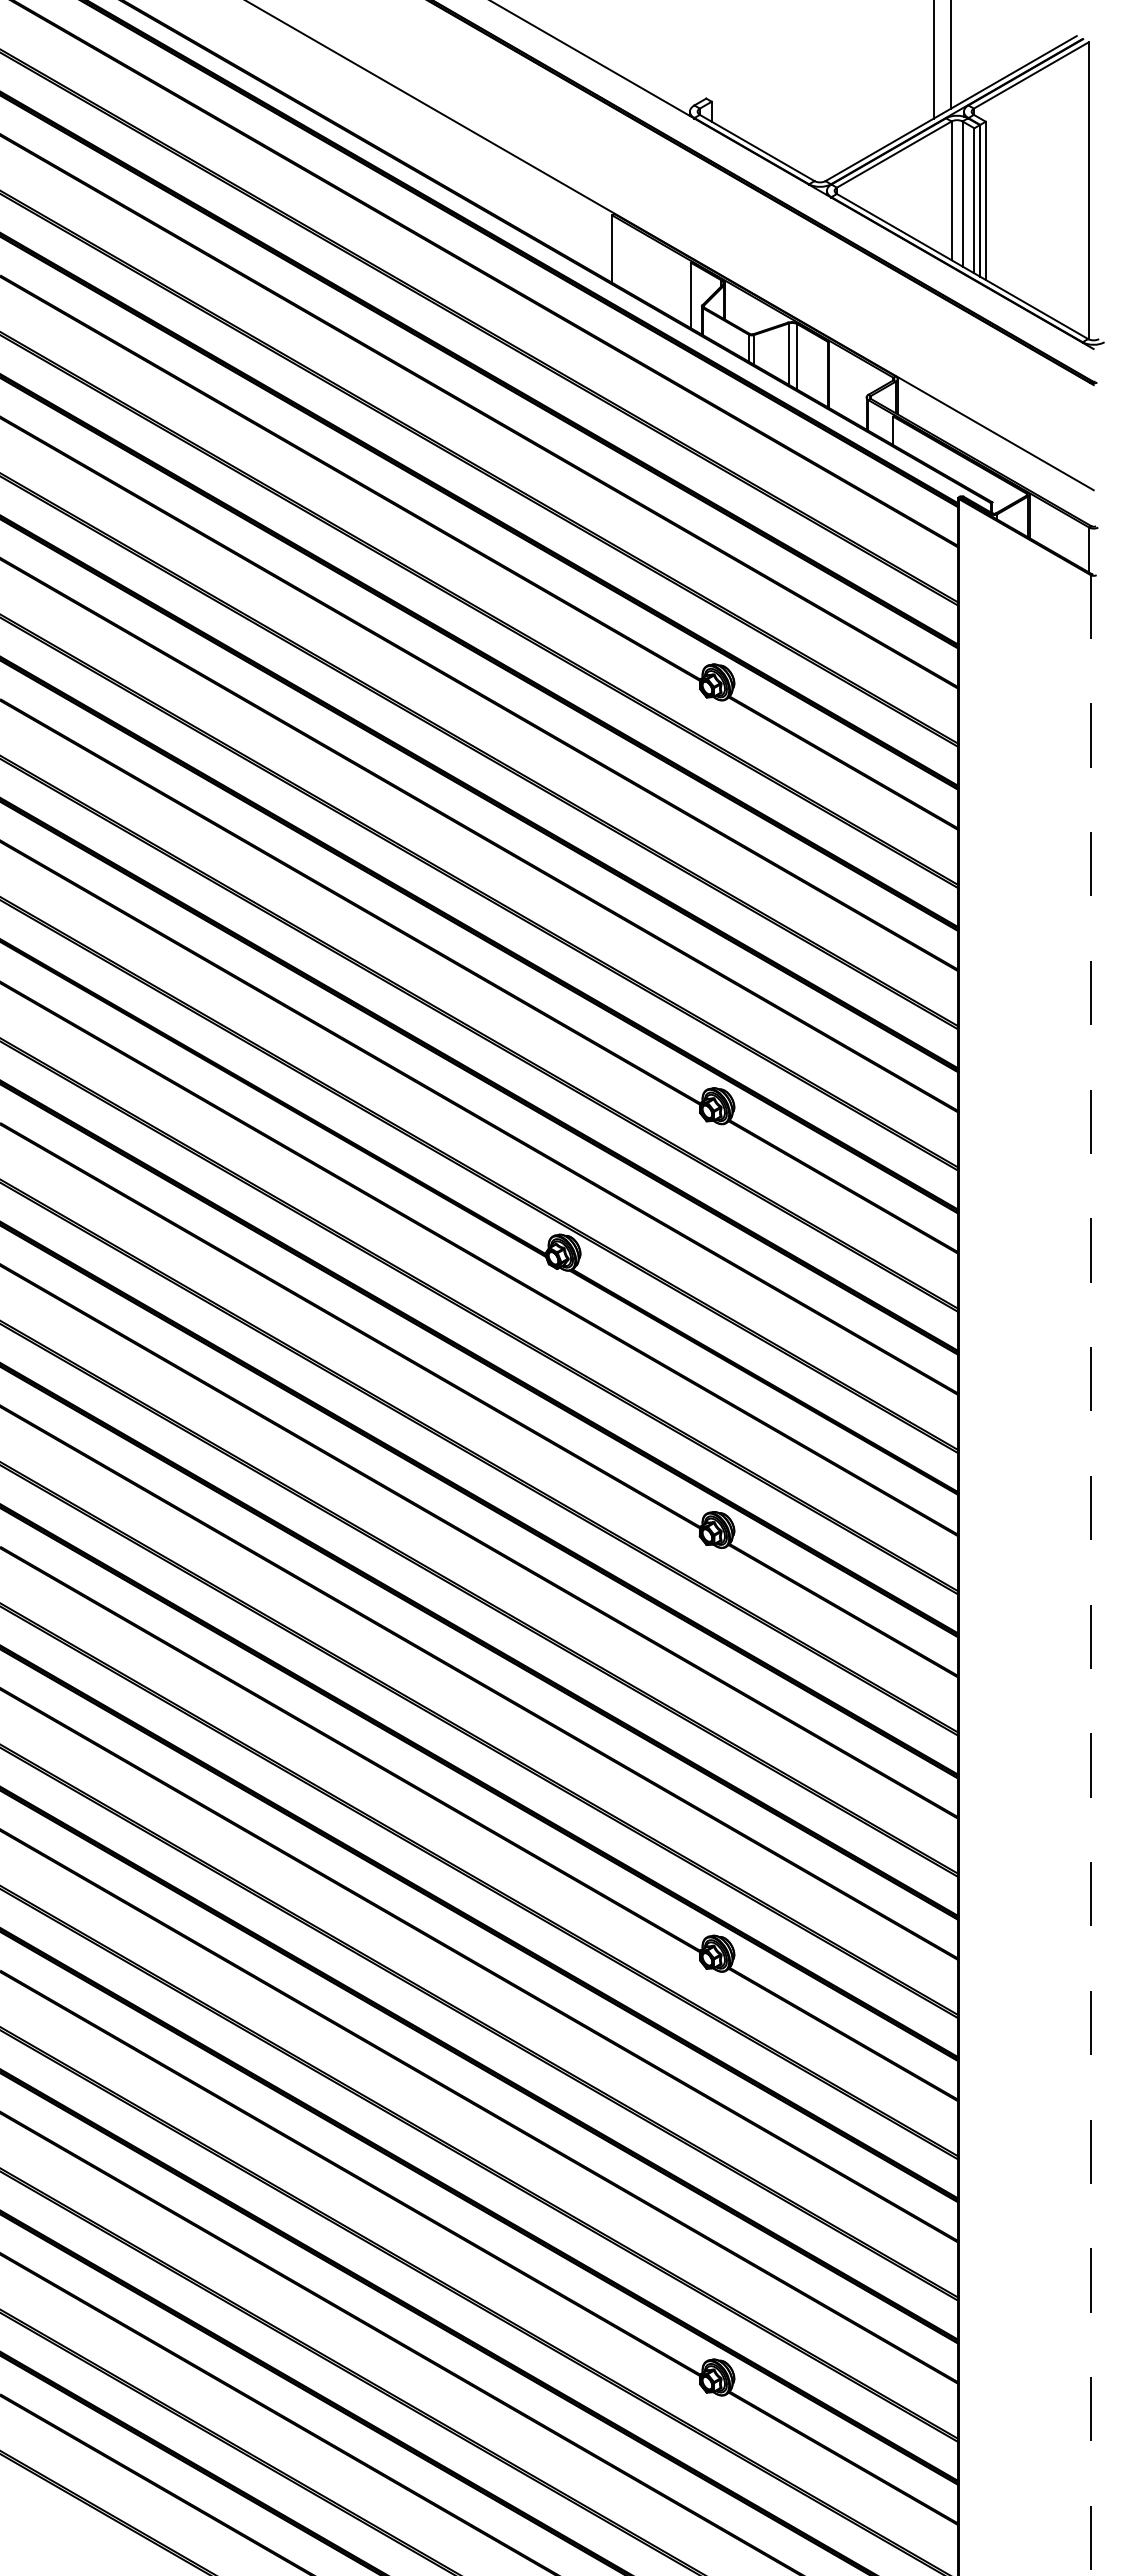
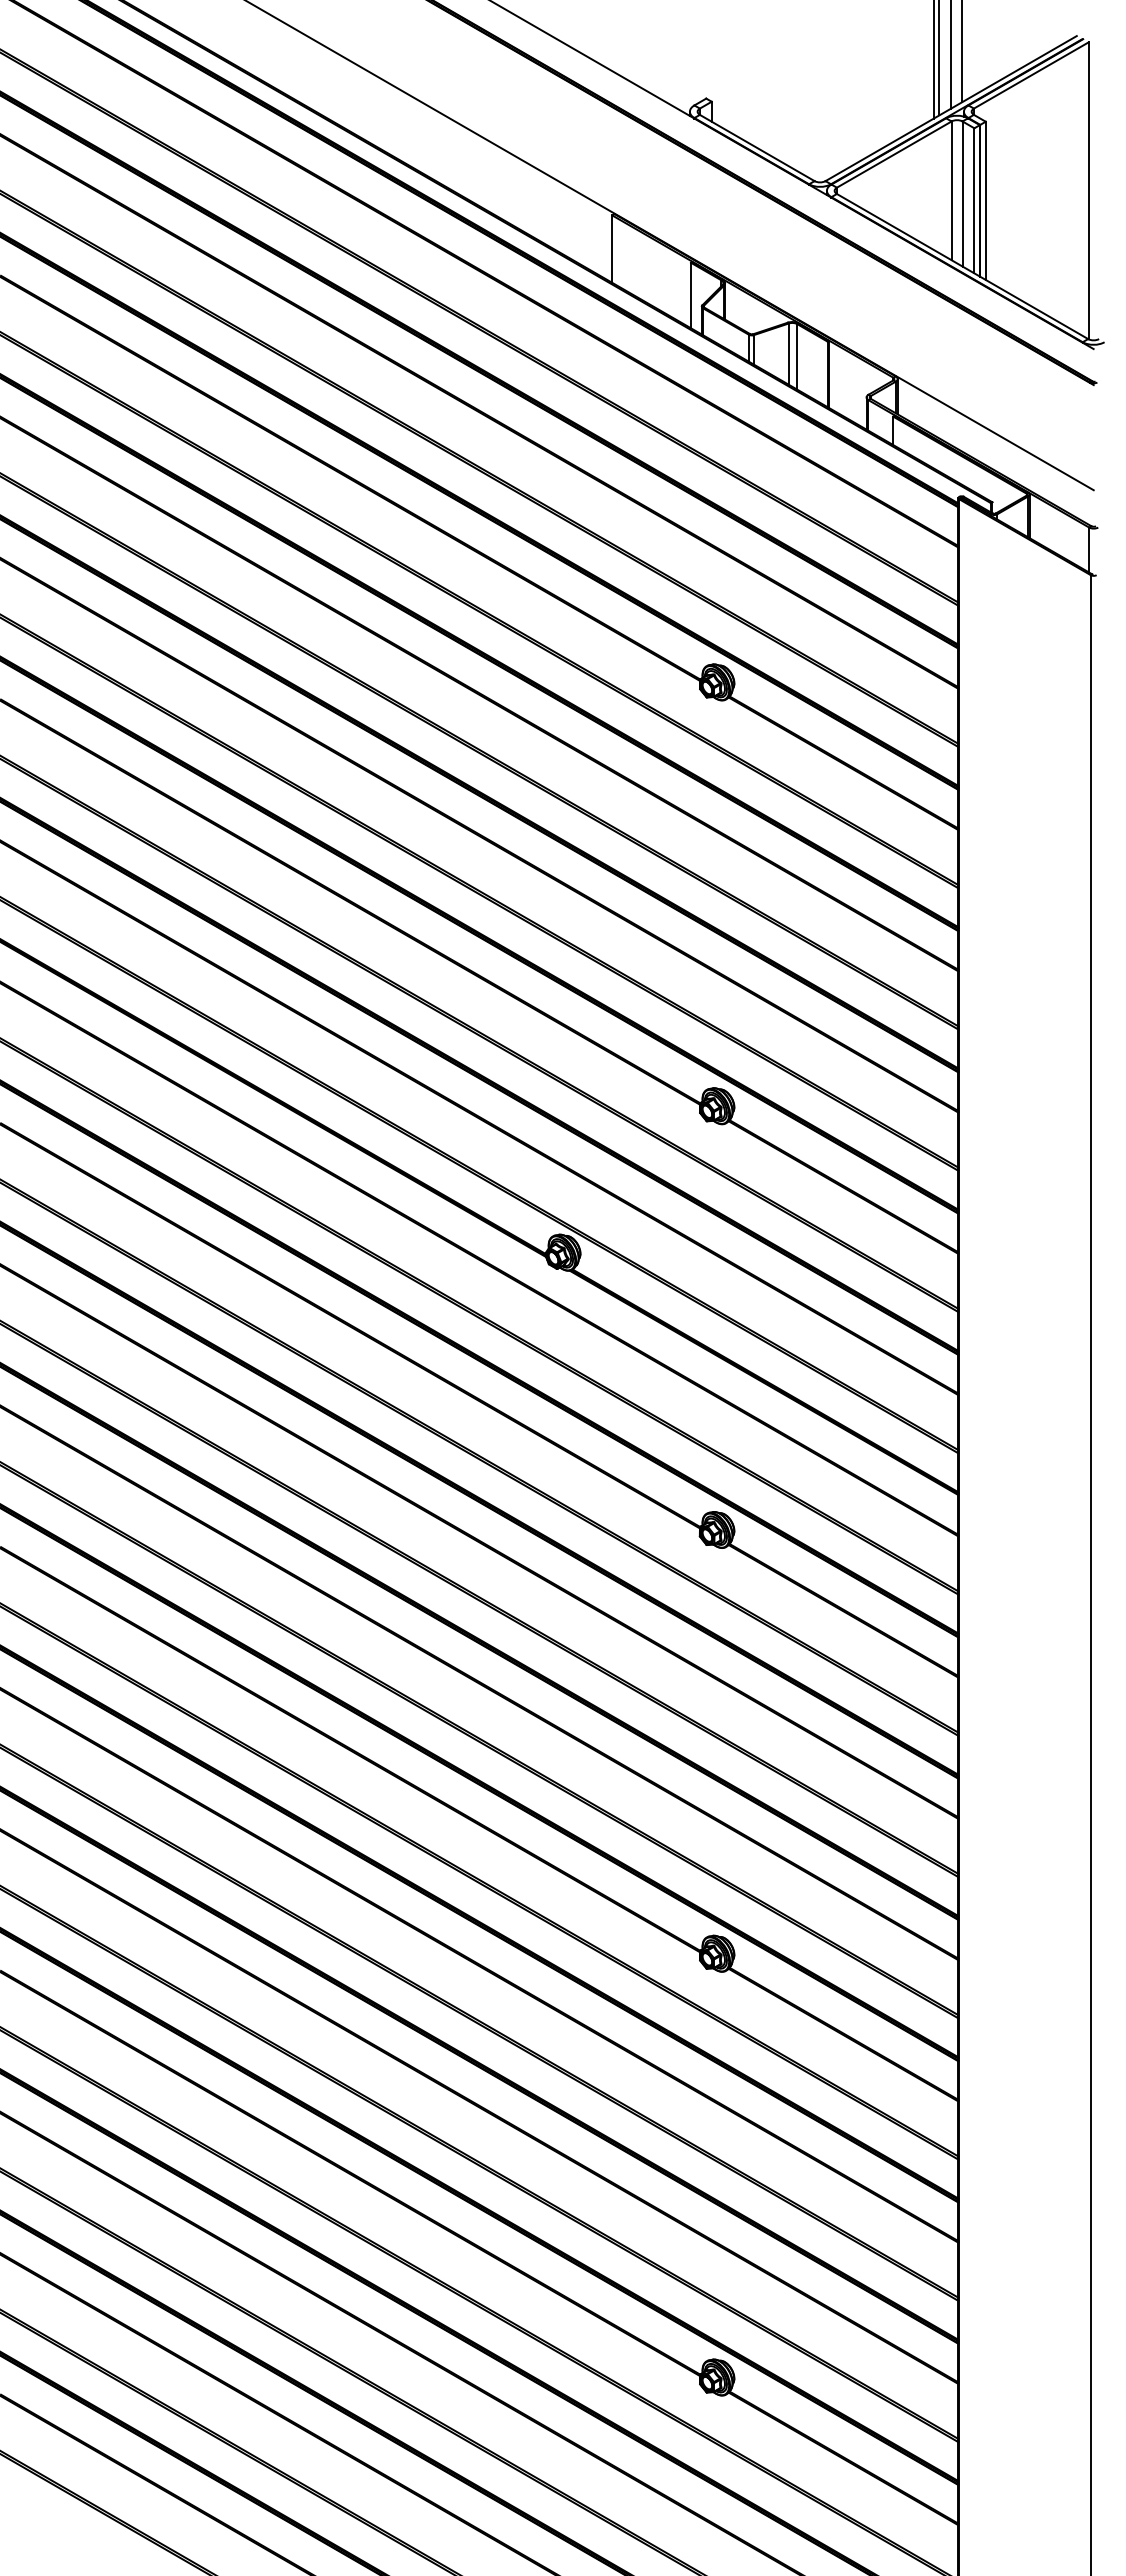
line at (962, 52): none -> present
line at (939, 58): none -> present
line at (1090, 1575): dashed -> solid
